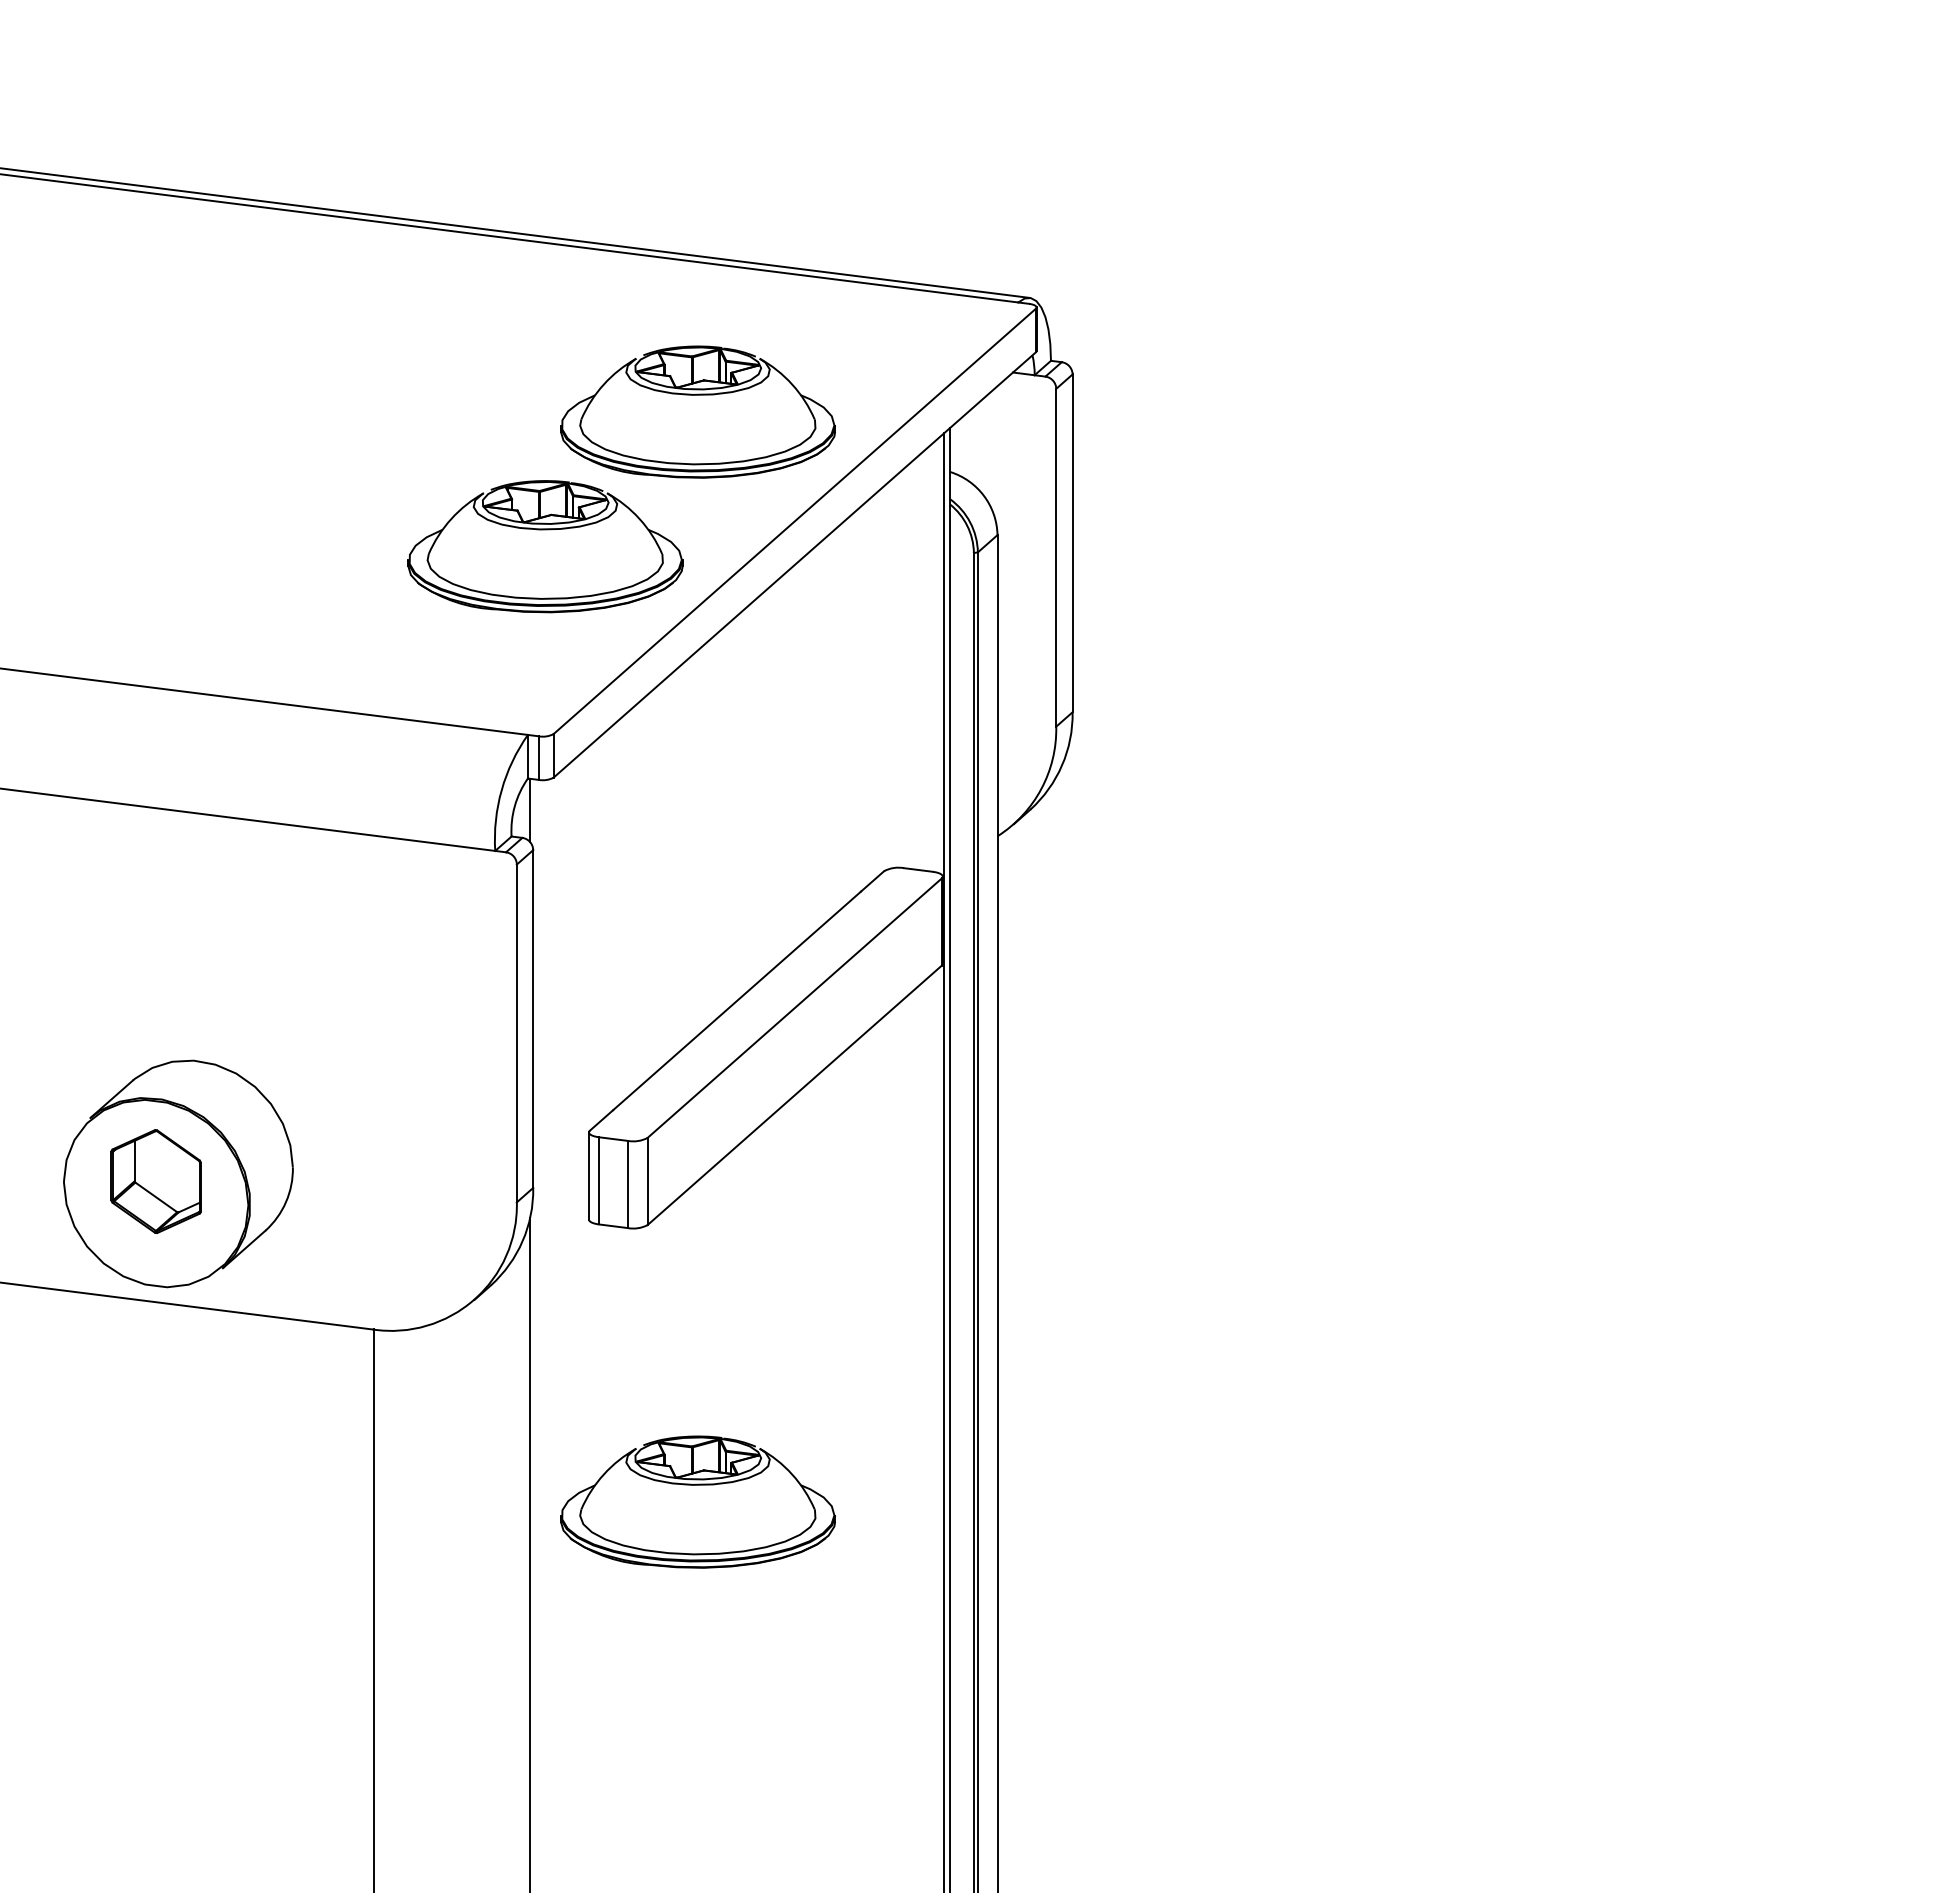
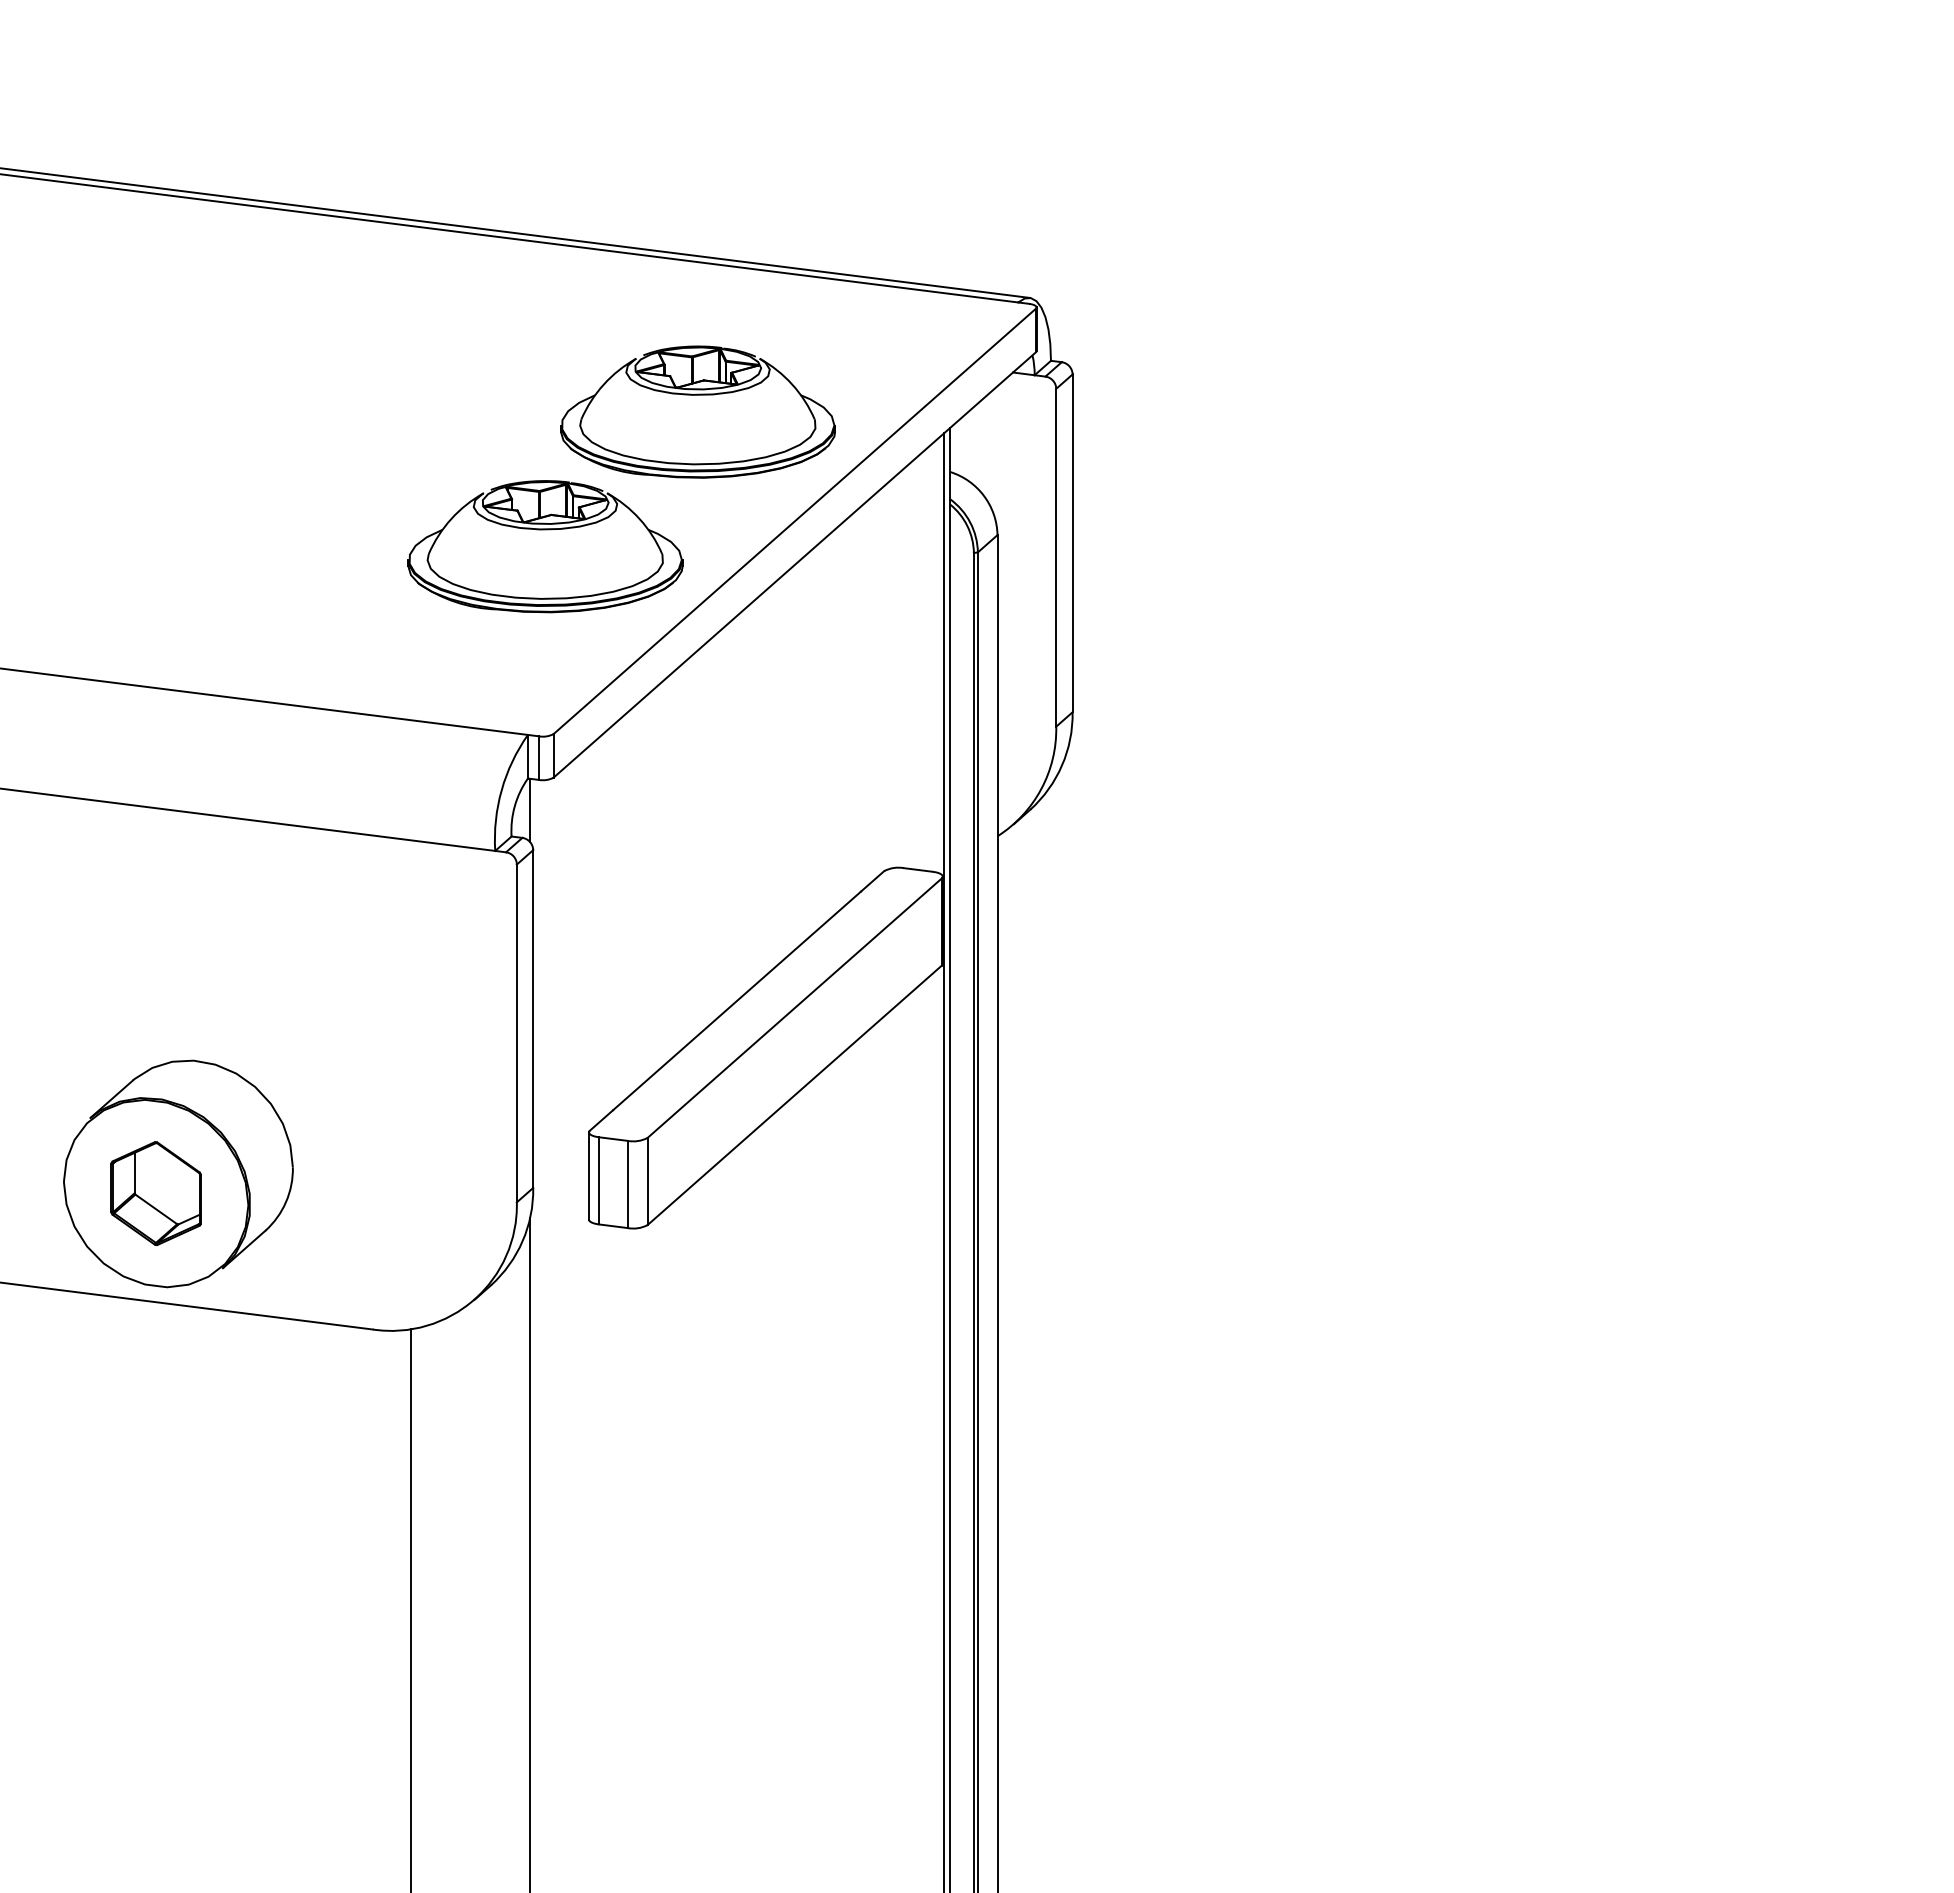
part at (155, 1181) position: (155, 1181) -> (155, 1193)
part at (697, 1501): present -> none
line at (373, 1609) position: (373, 1609) -> (410, 1609)
